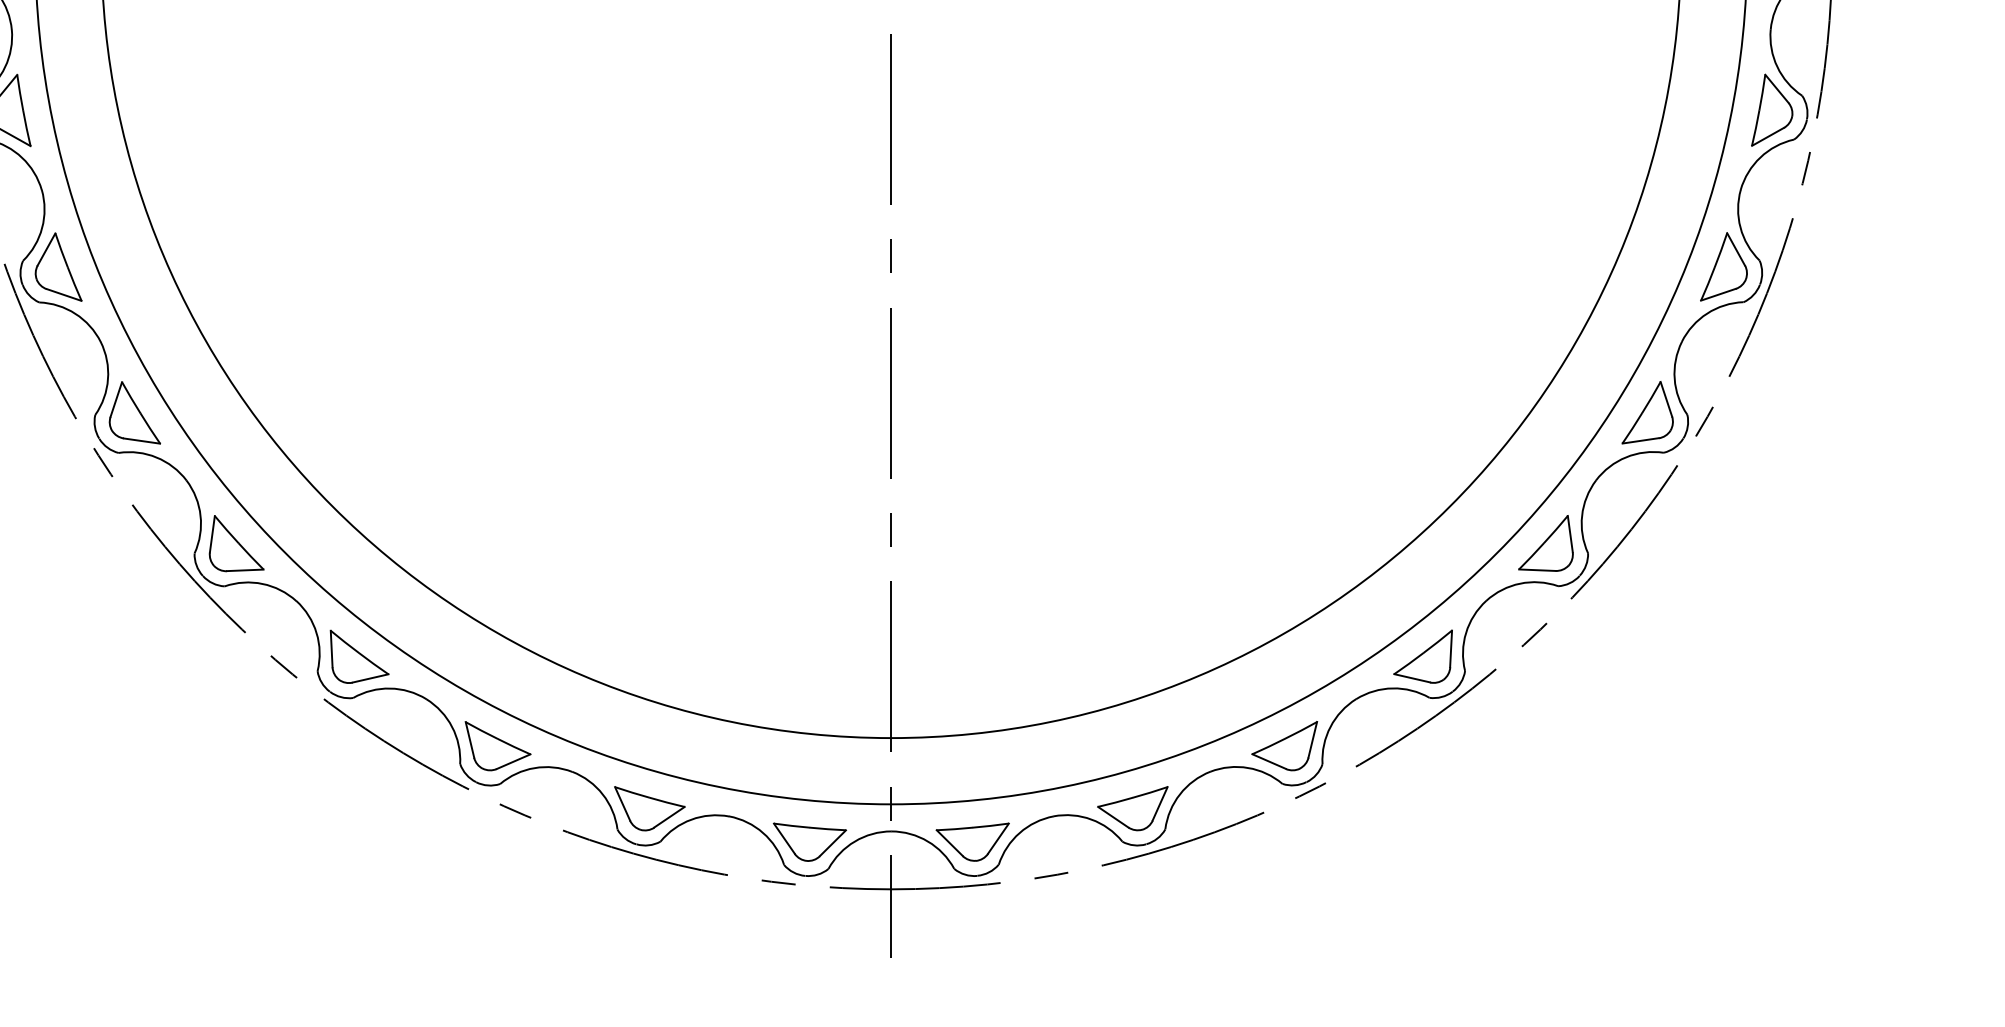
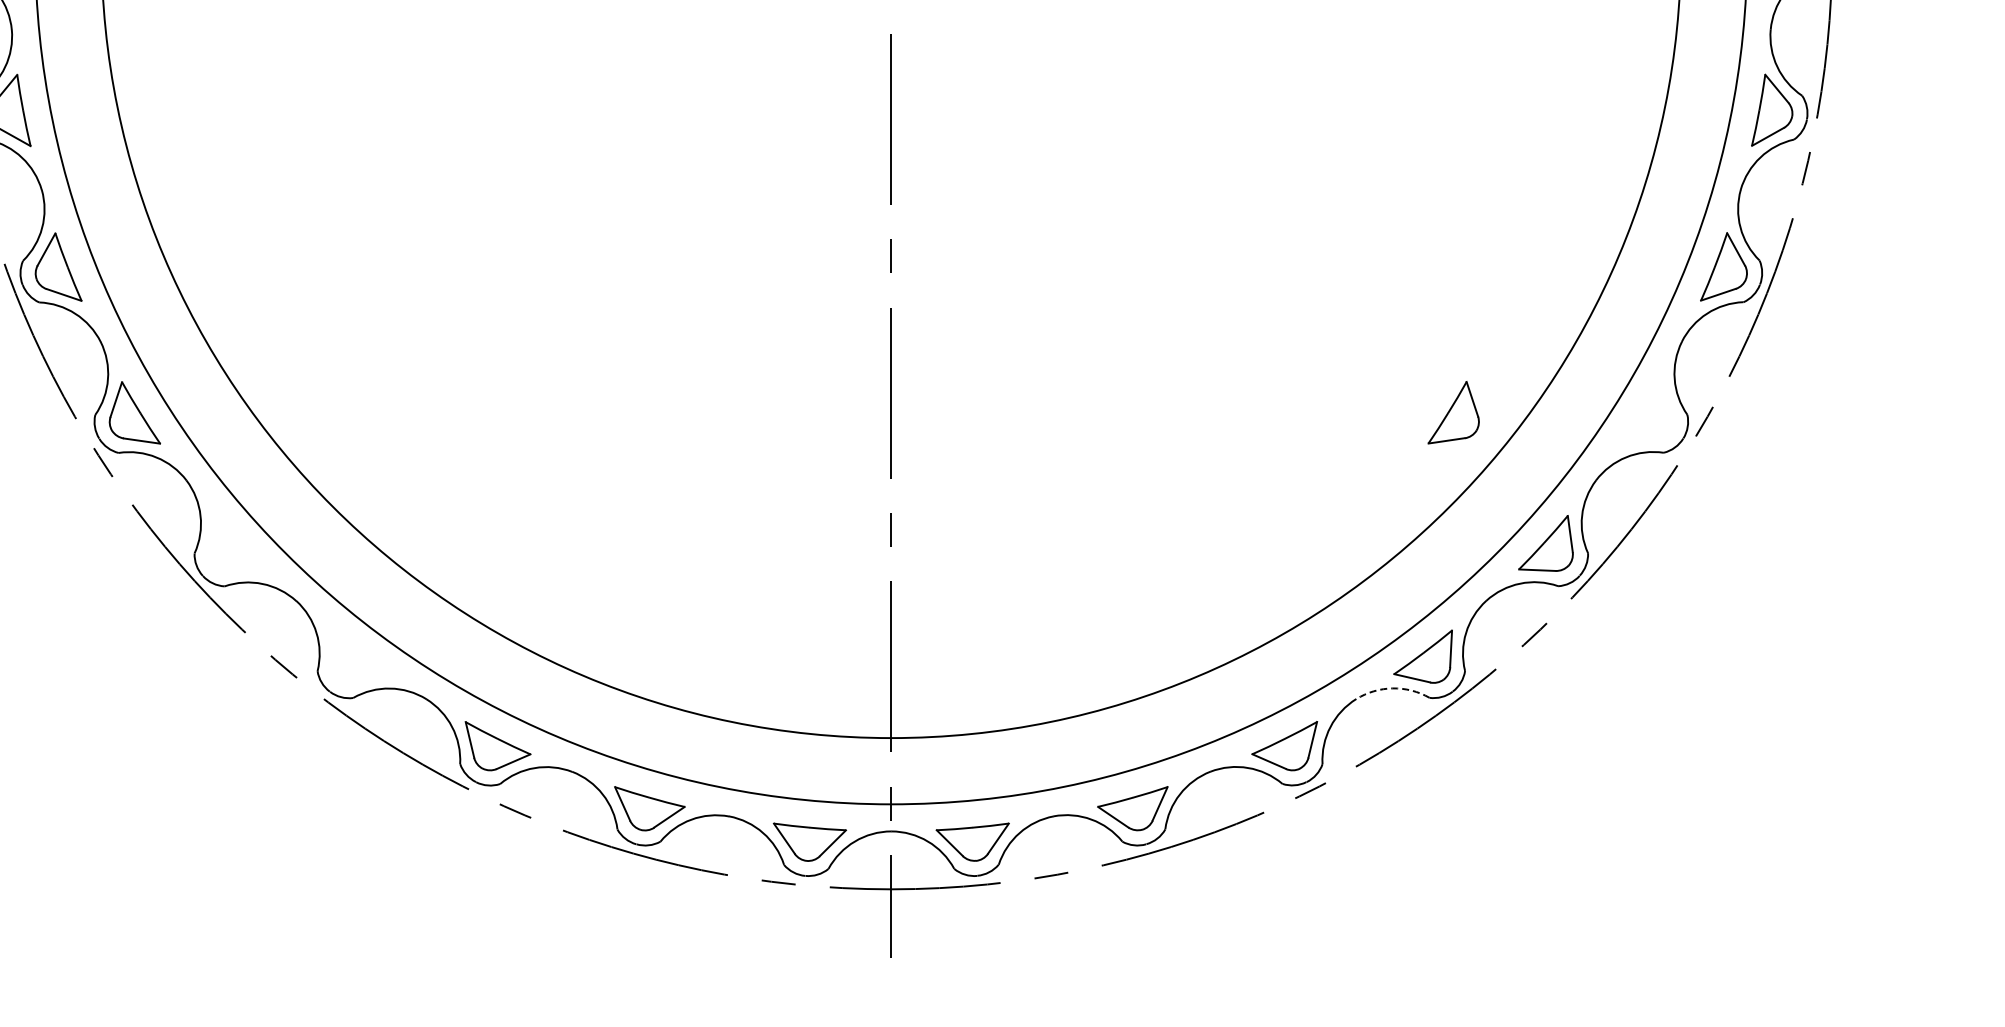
part at (1647, 412) position: (1647, 412) -> (1453, 412)
part at (236, 543): present -> none
part at (359, 656): present -> none
arc at (1392, 688): solid -> dashed
